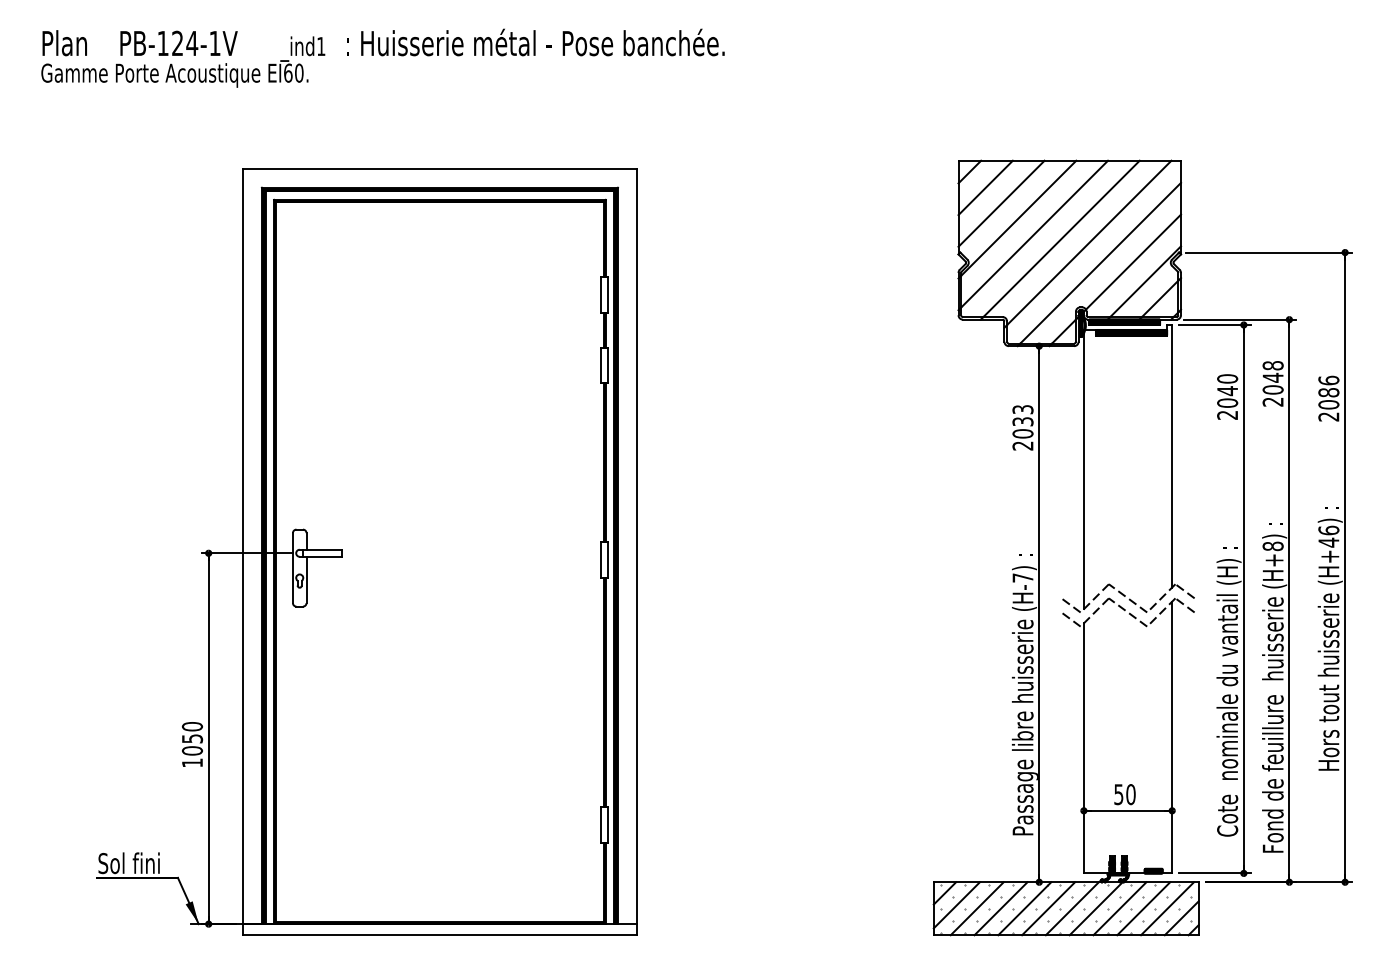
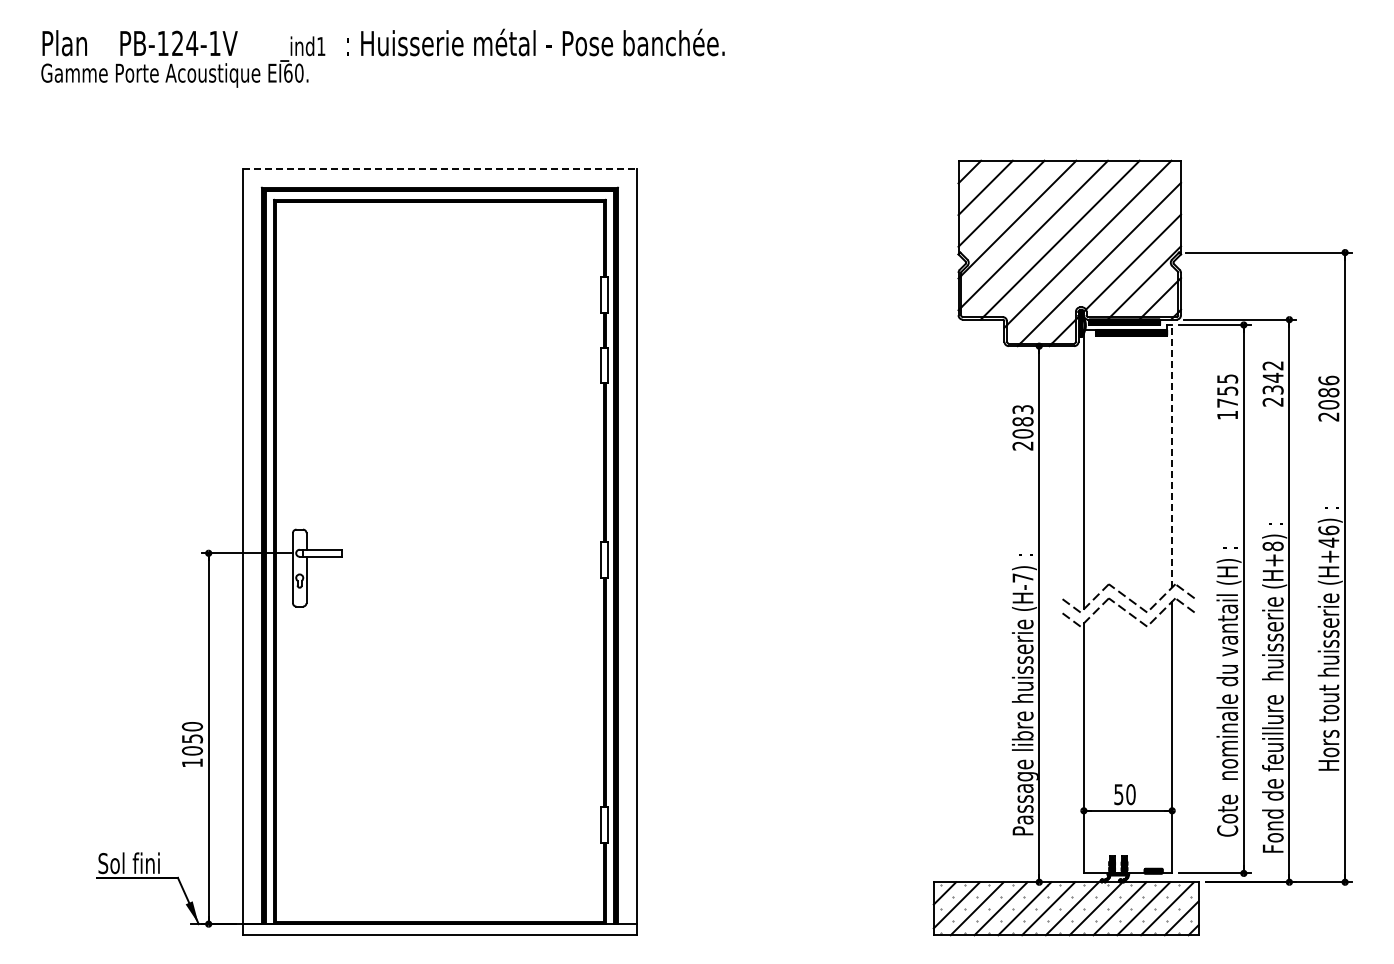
line at (439, 169): solid -> dashed
text at (1272, 377): 2048 -> 2342
text at (1227, 396): 2040 -> 1755
text at (1022, 421): 2033 -> 2083
line at (1172, 455): solid -> dashed
